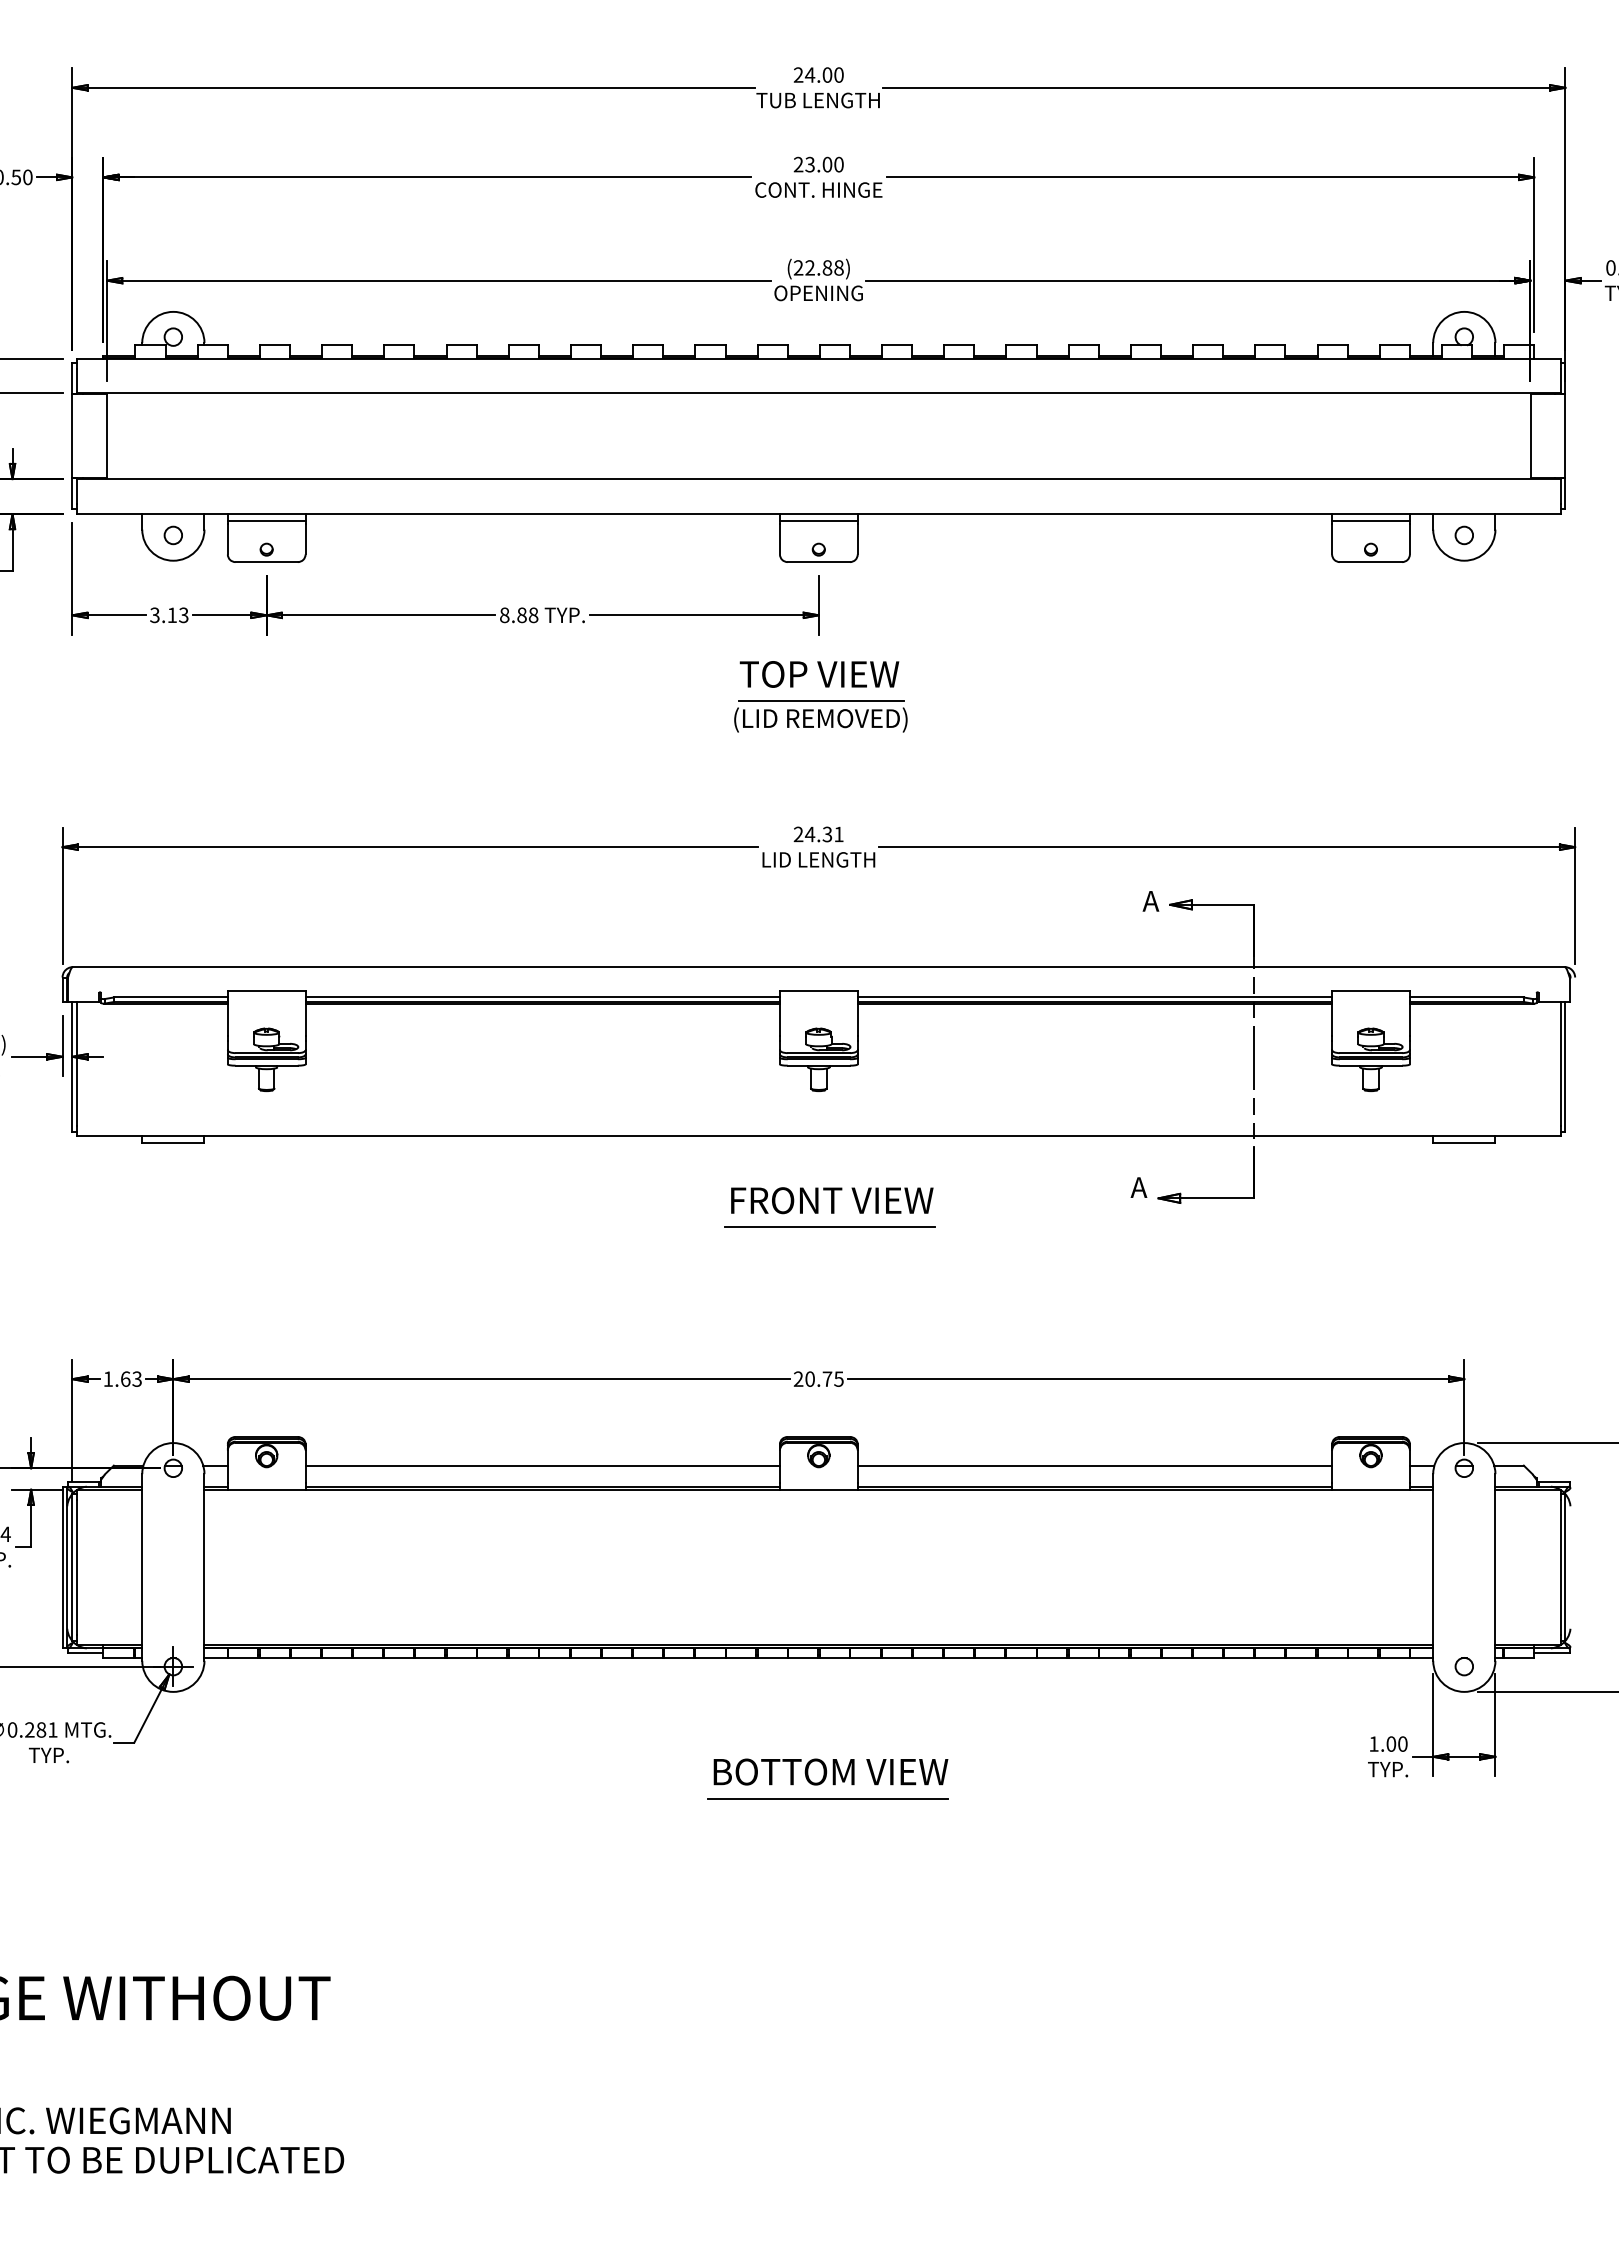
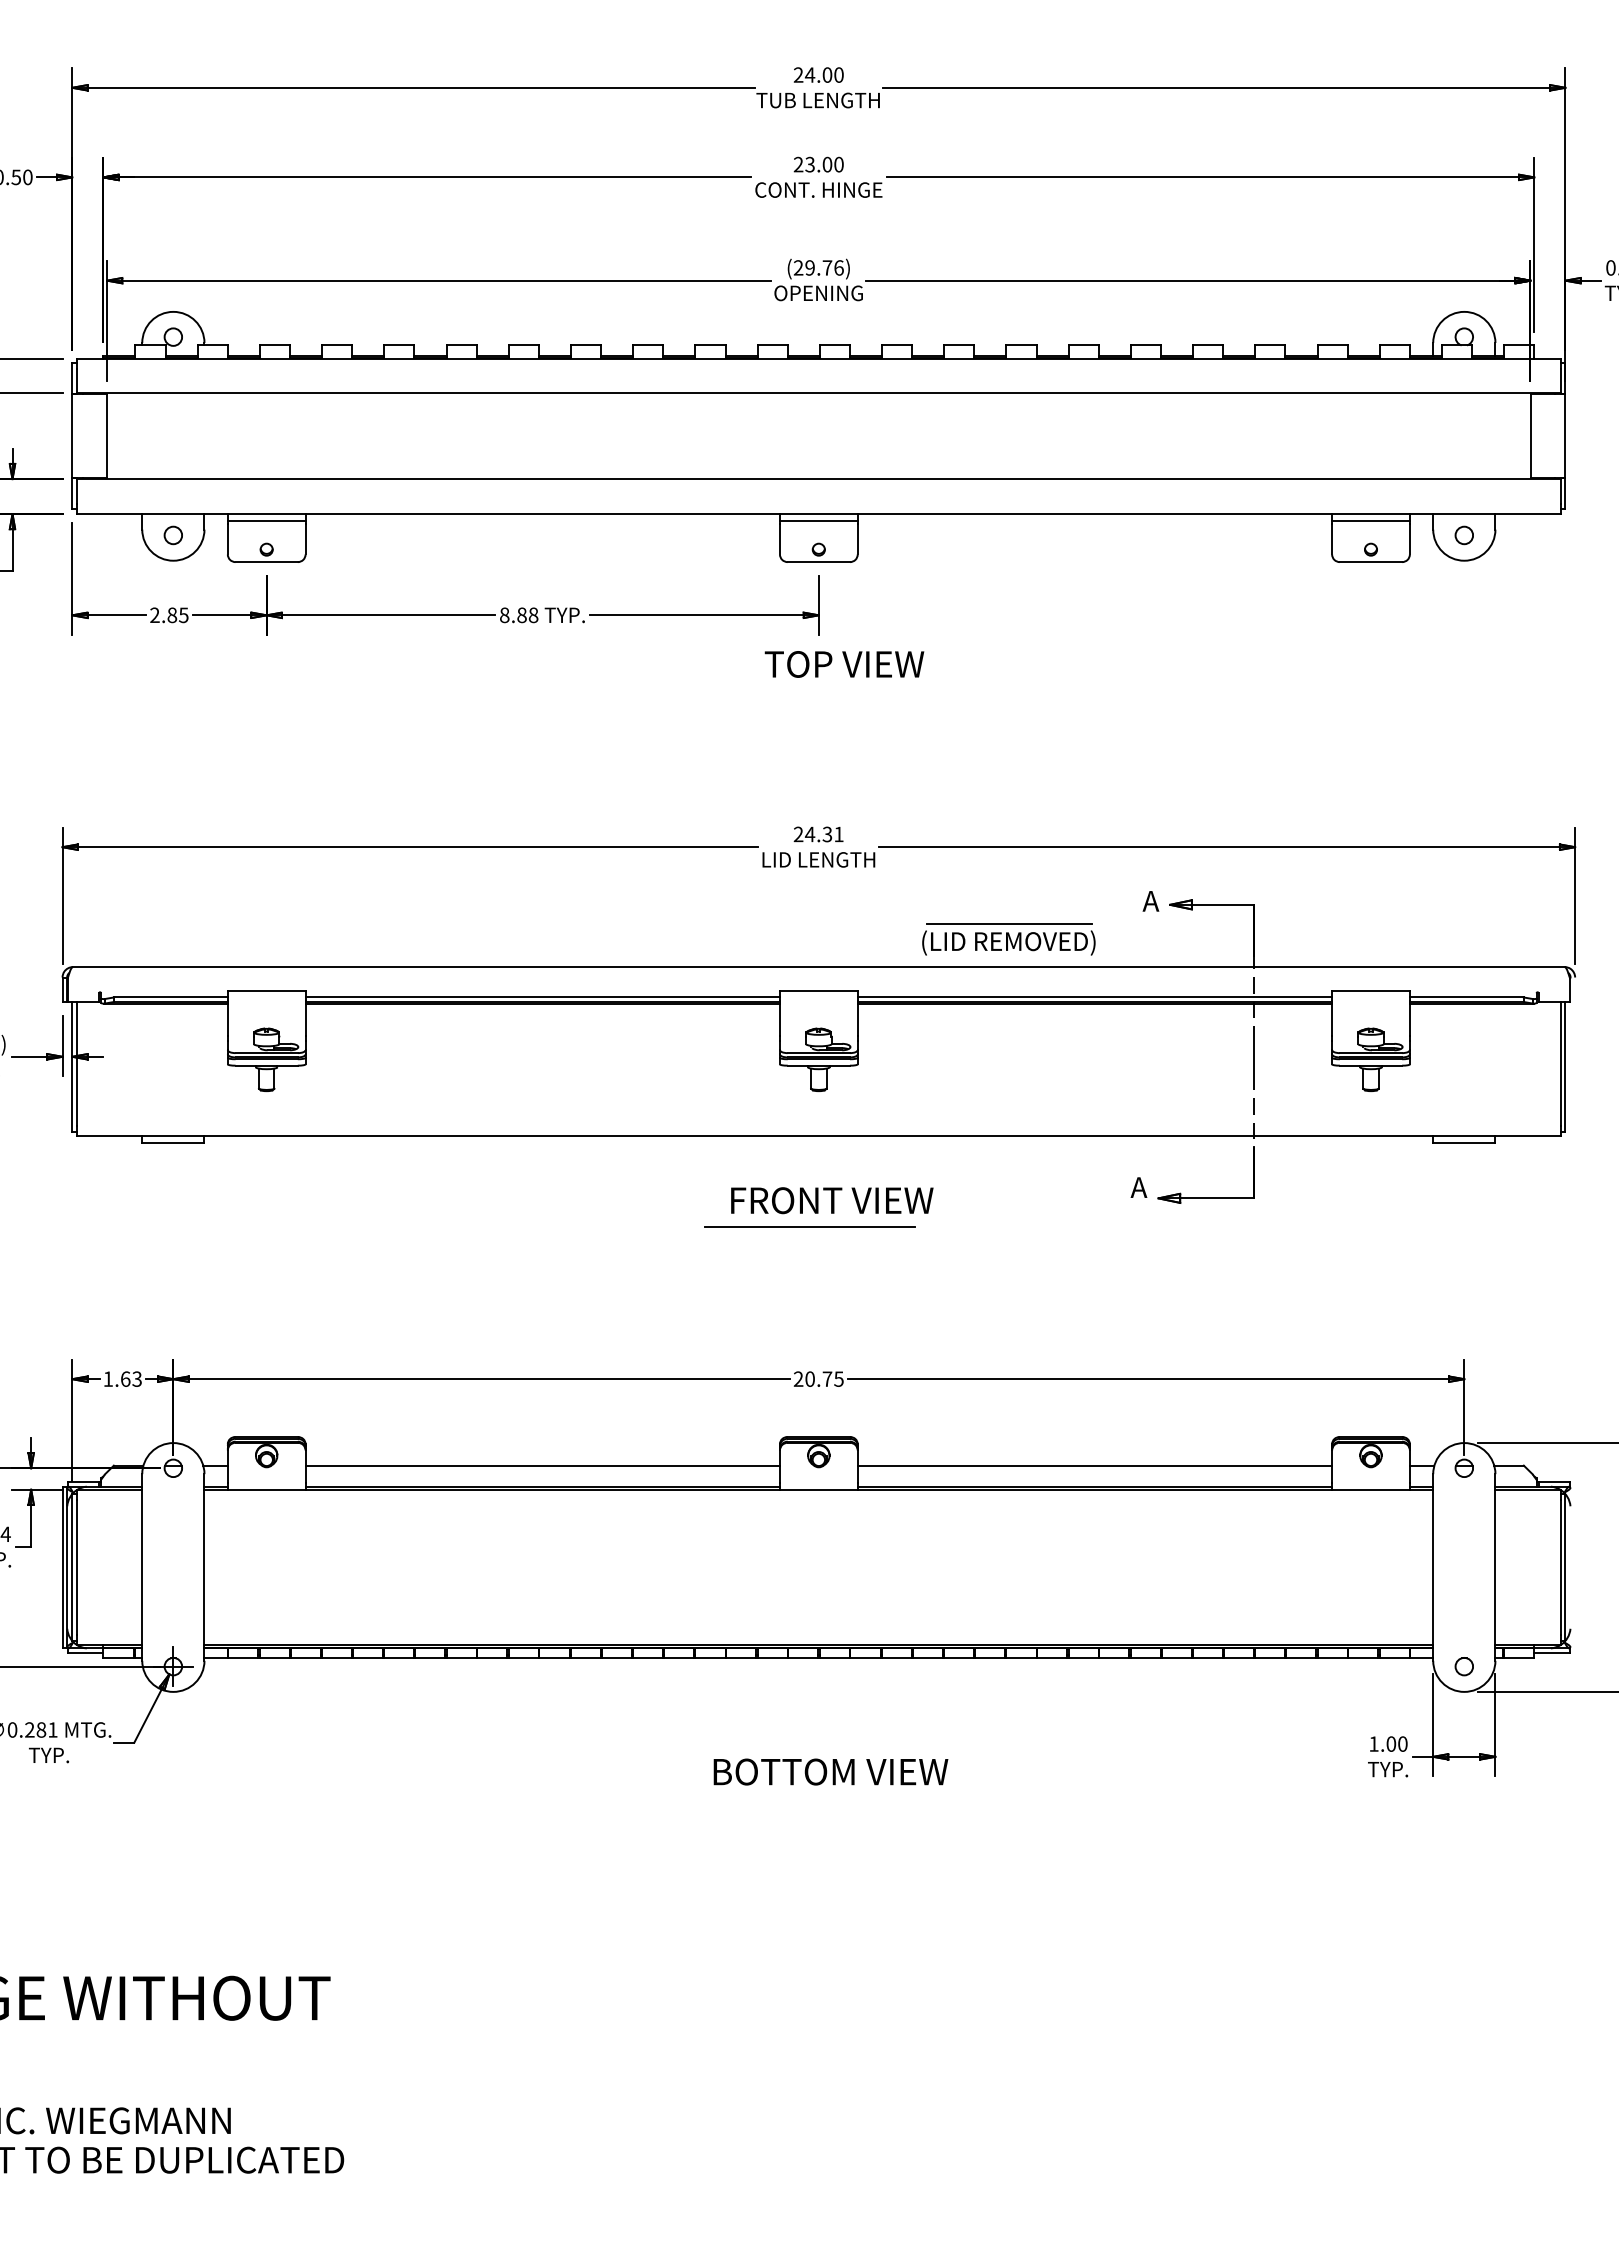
text at (824, 267): (22.88) -> (29.76)
text at (169, 615): 3.13 -> 2.85
text at (819, 674) position: (819, 674) -> (844, 664)
part at (820, 716) position: (820, 716) -> (1008, 939)
line at (829, 1226) position: (829, 1226) -> (809, 1226)
line at (827, 1798): present -> none
